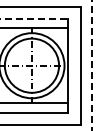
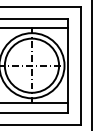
line at (34, 18): dashed -> solid
line at (91, 65): dashed -> solid
